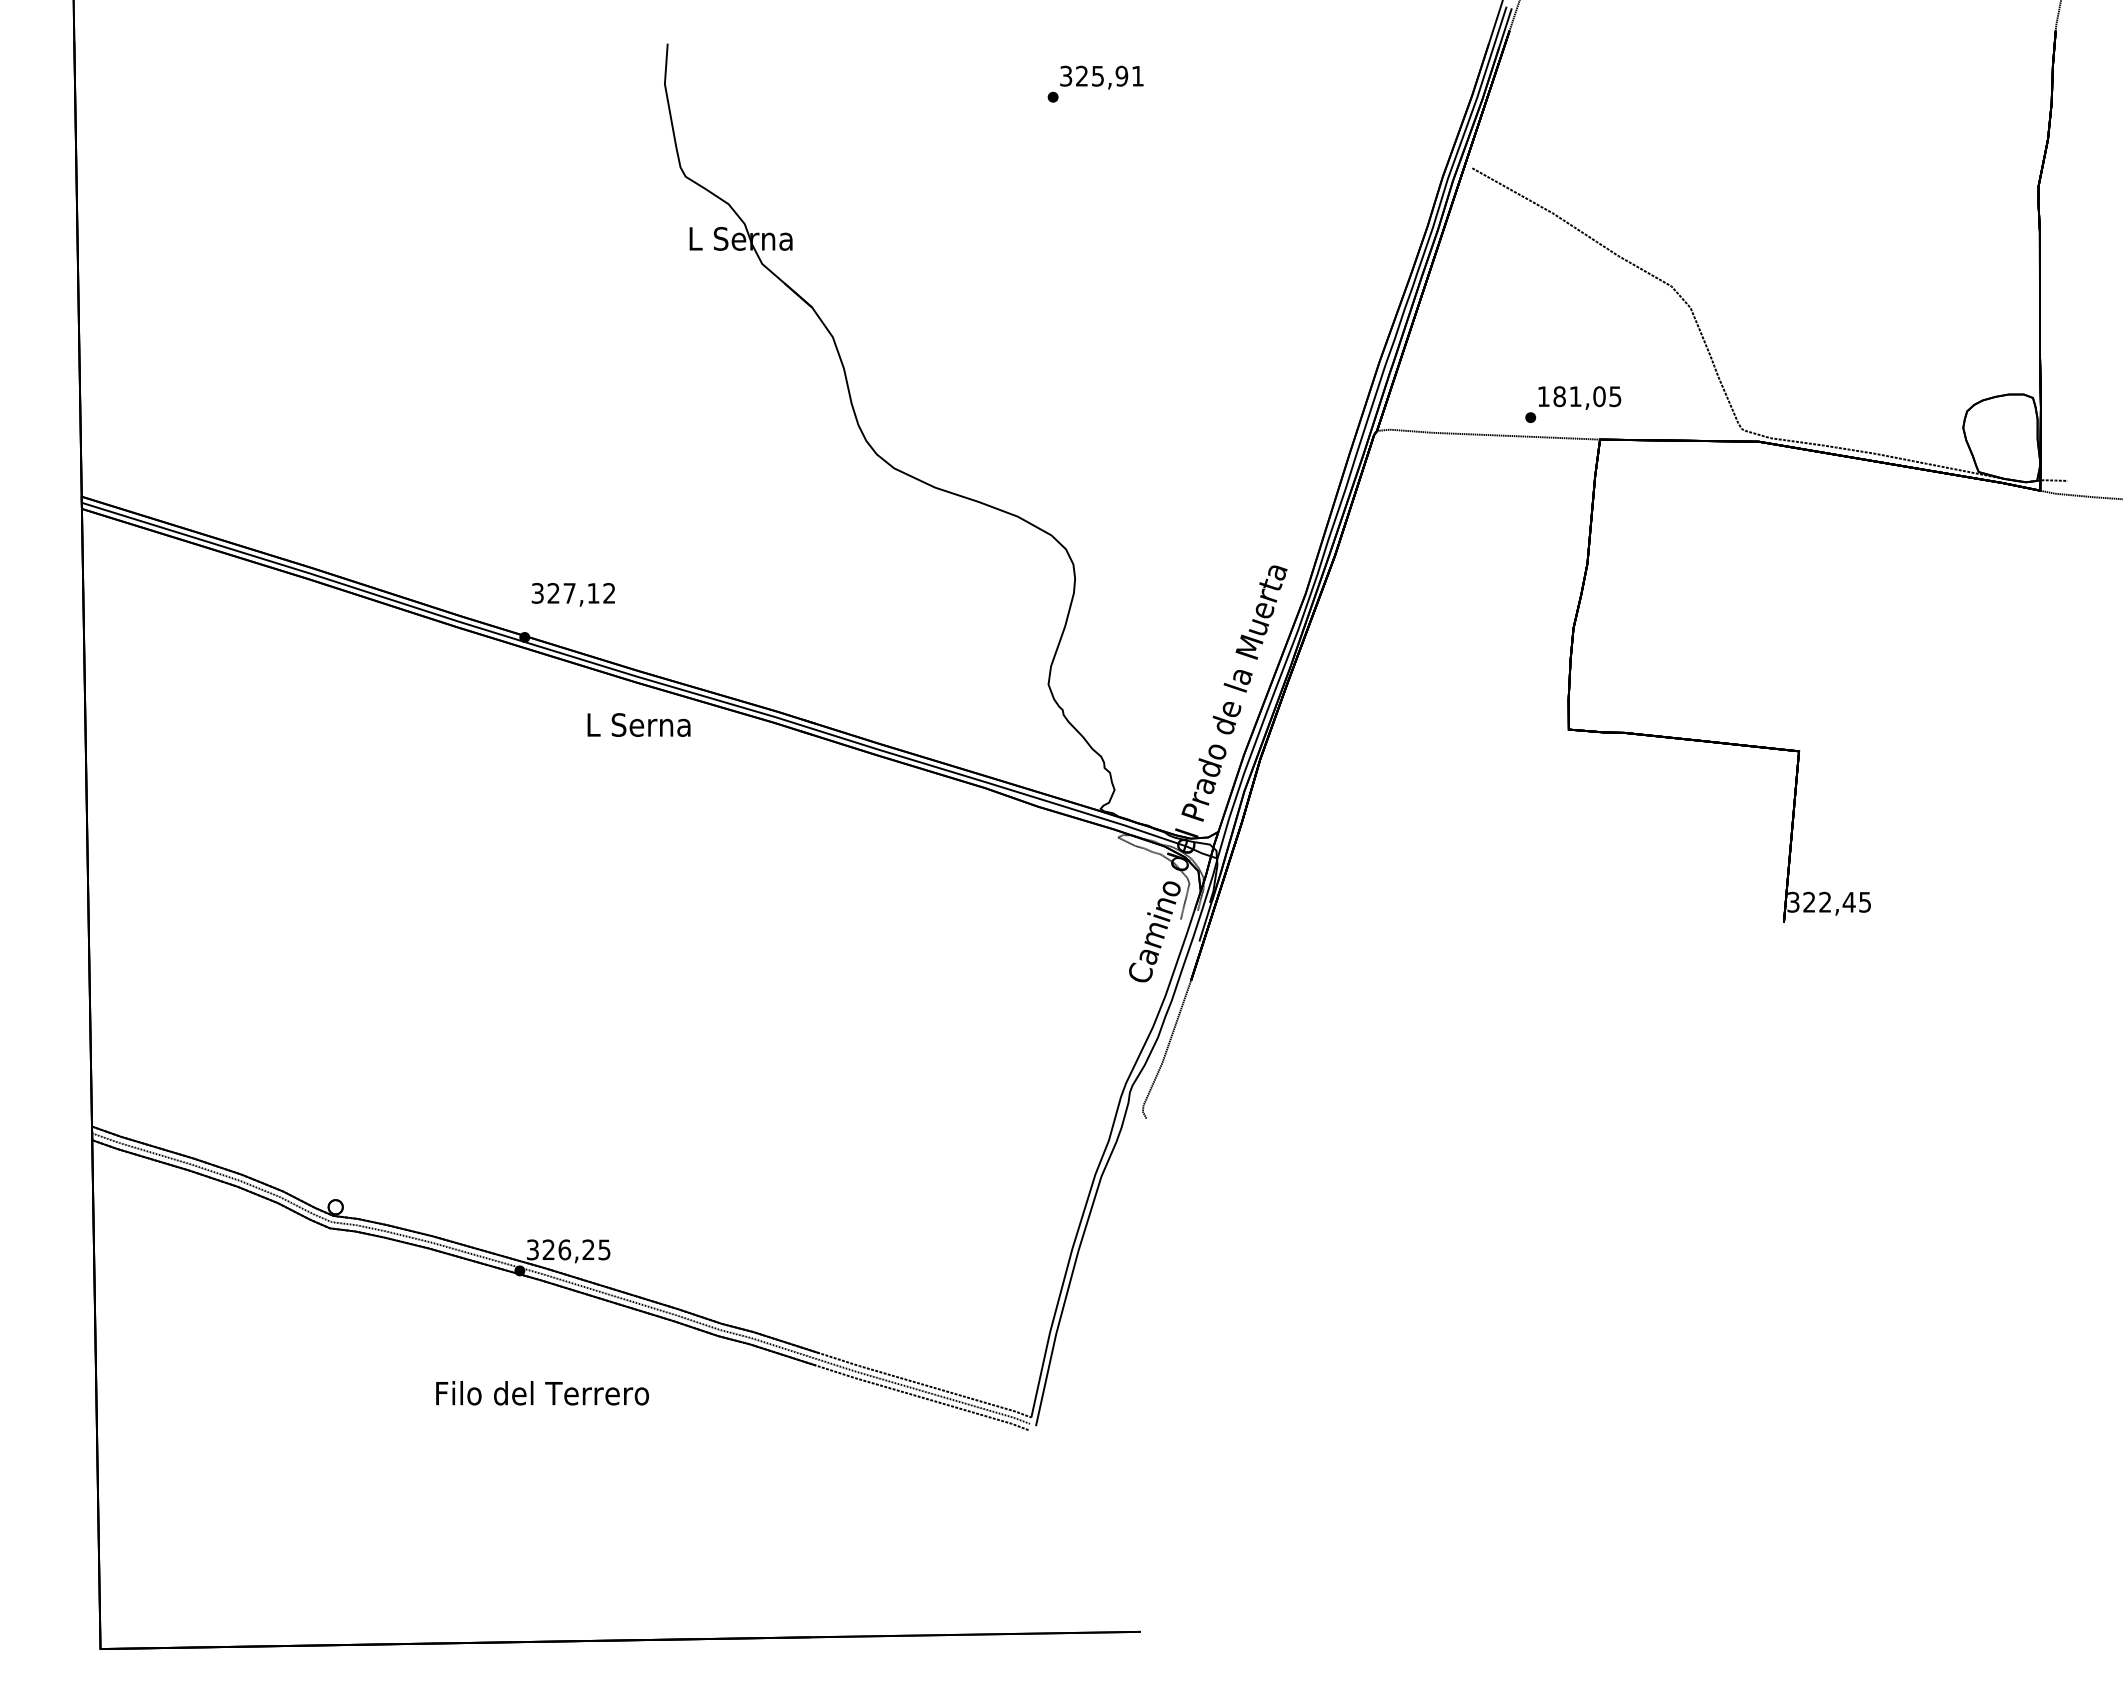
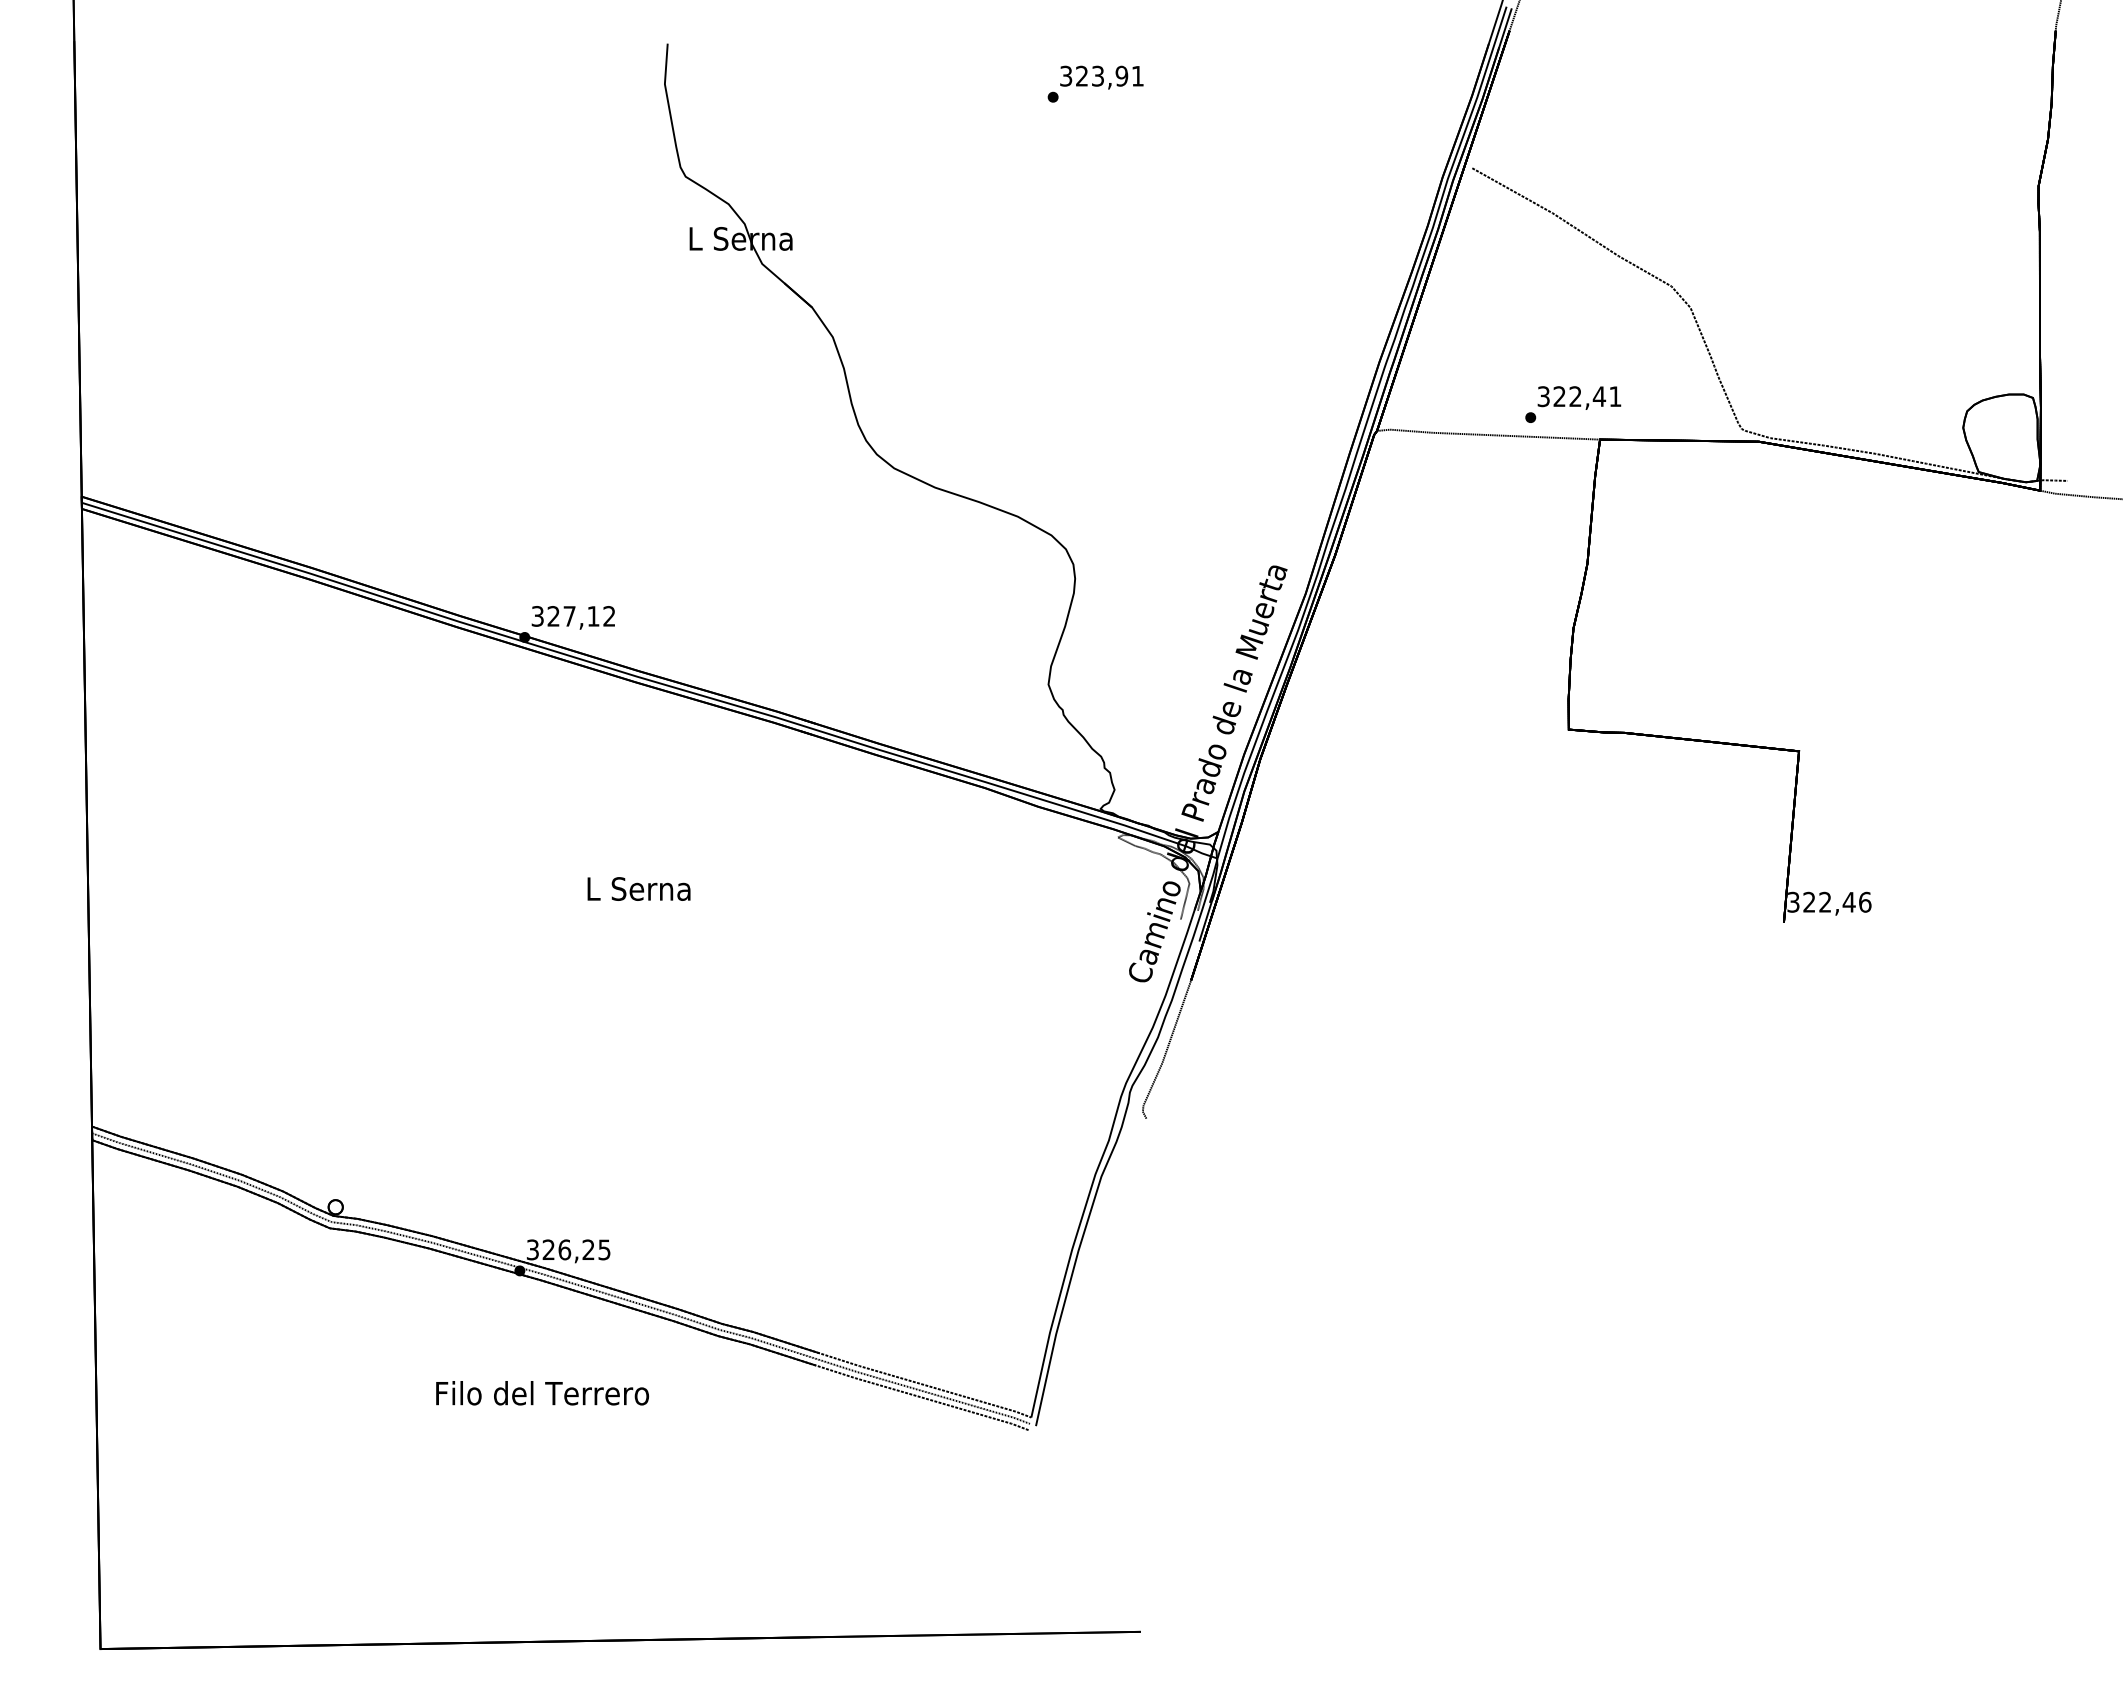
text at (1097, 75): 325,91 -> 323,91
text at (1579, 396): 181,05 -> 322,41
text at (572, 594) position: (572, 594) -> (572, 617)
text at (638, 724) position: (638, 724) -> (638, 888)
text at (1865, 901): 322,45 -> 322,46
